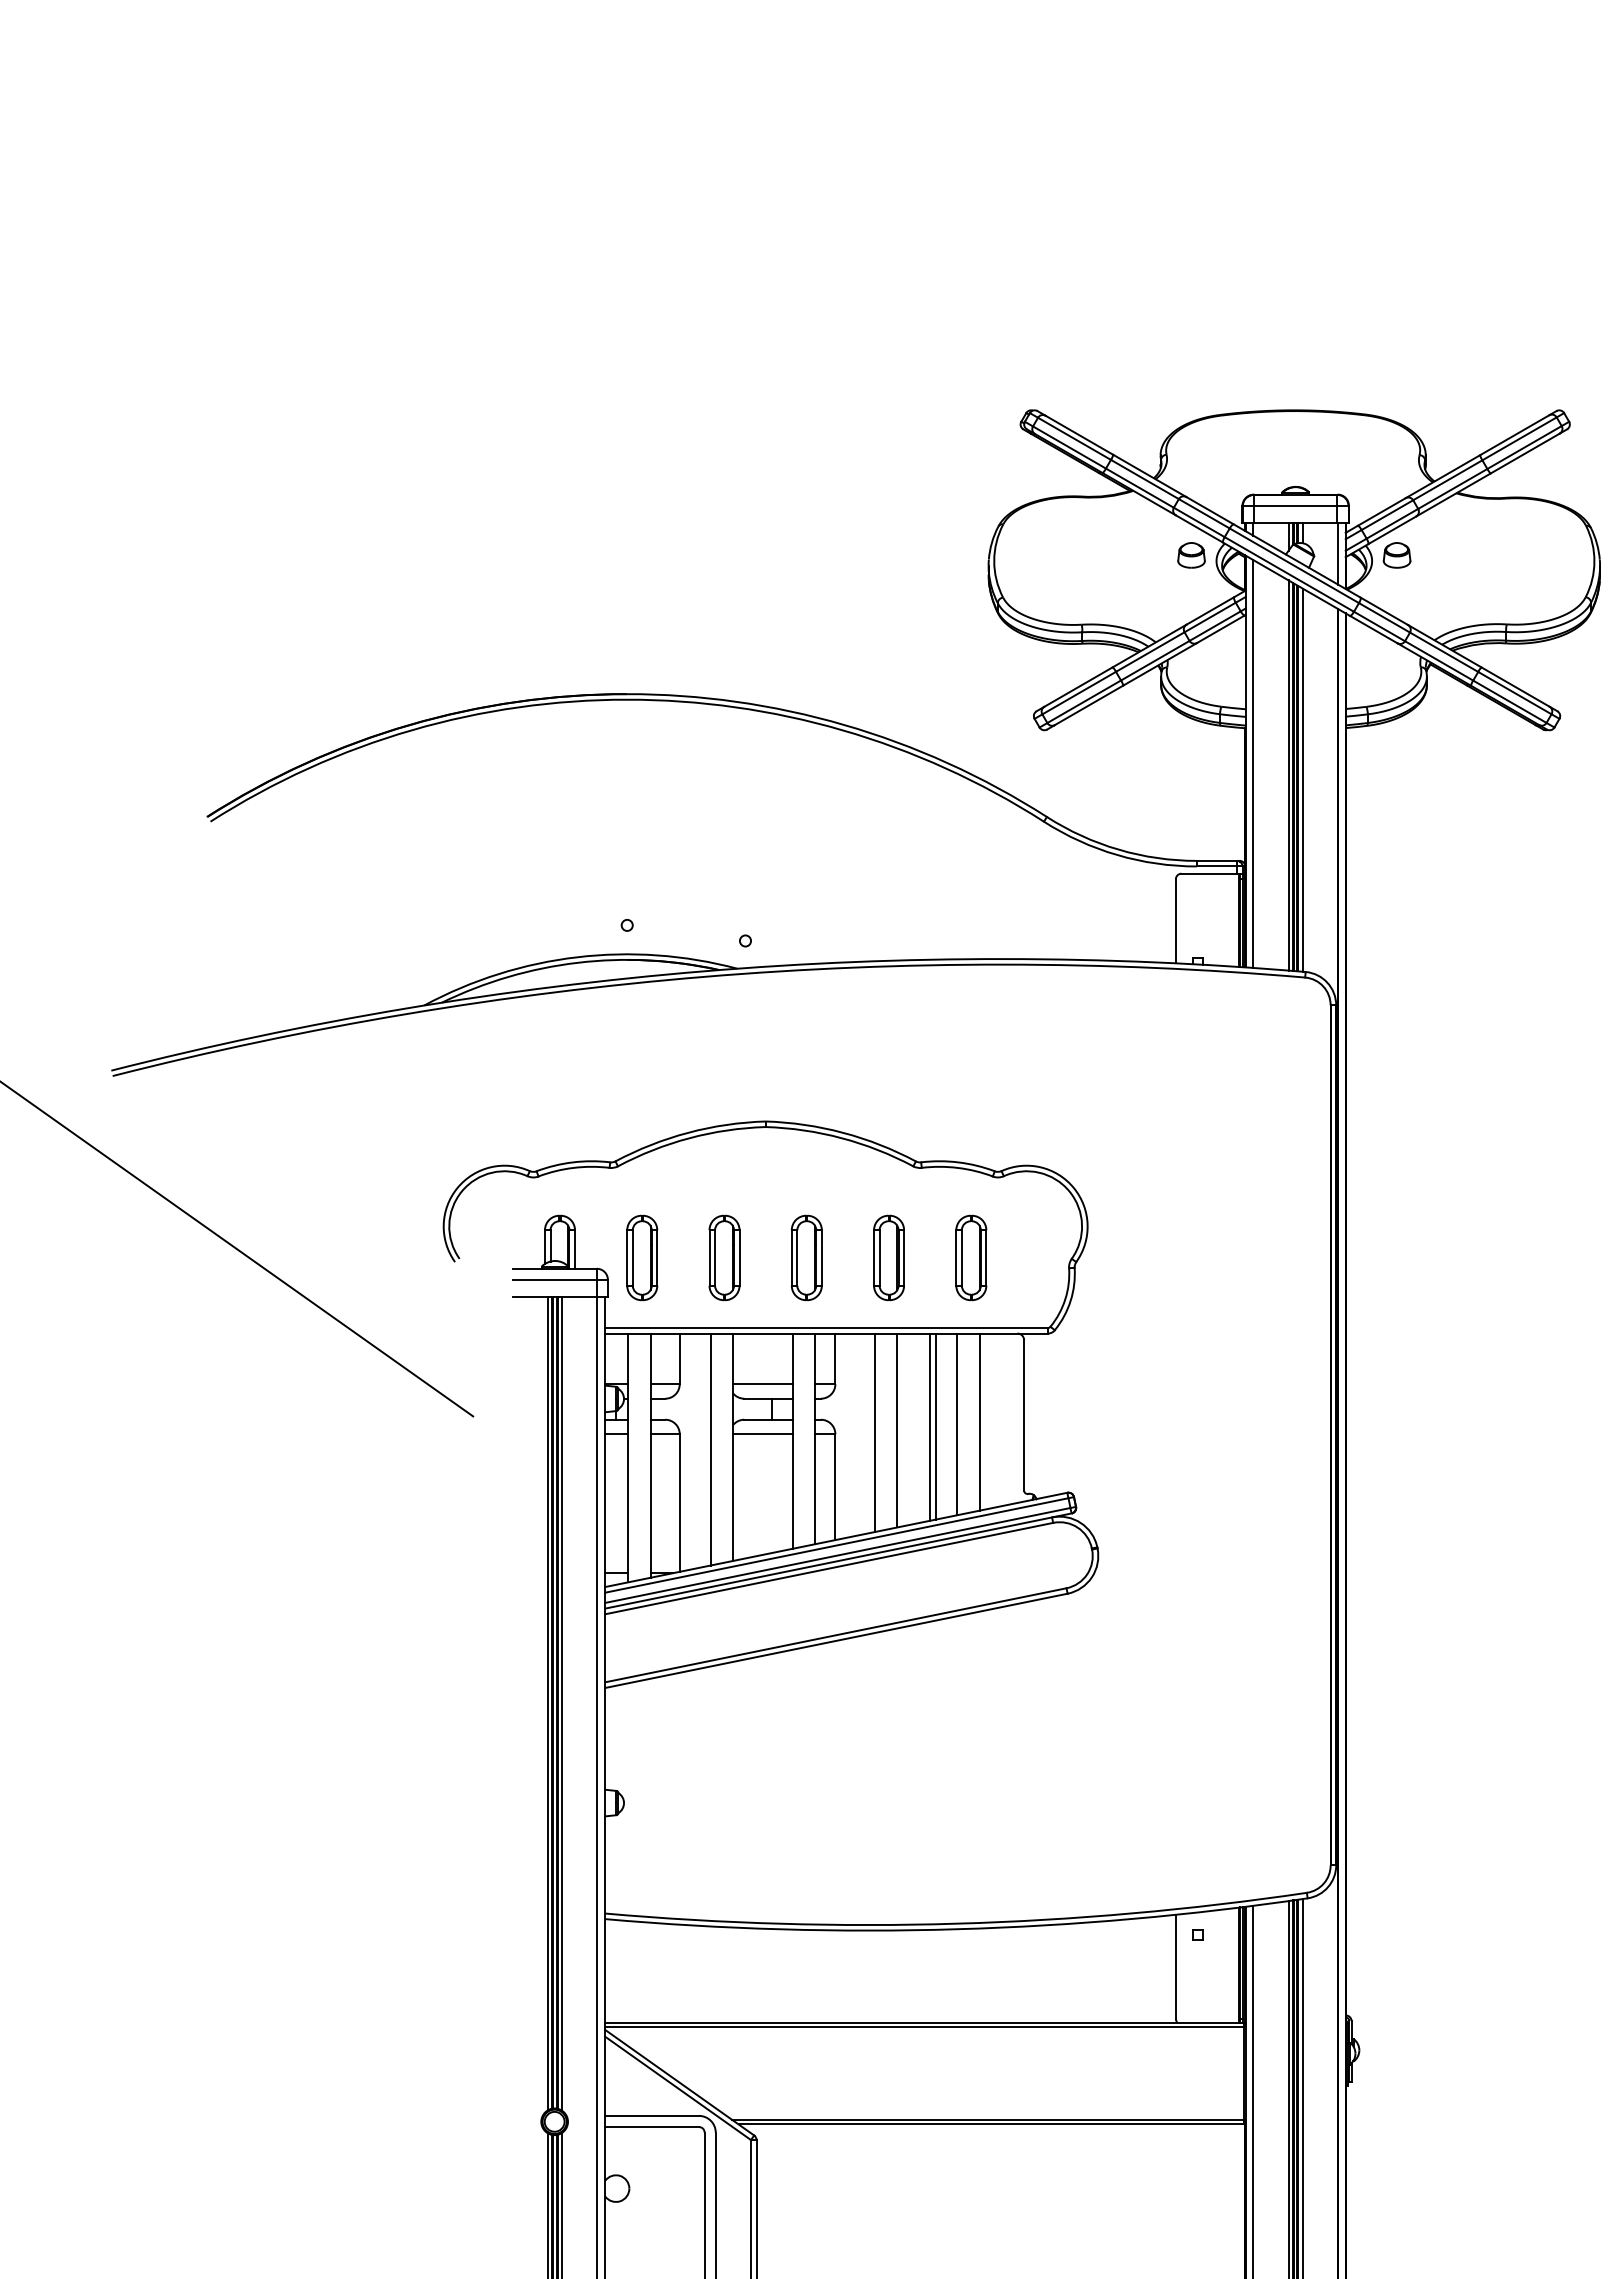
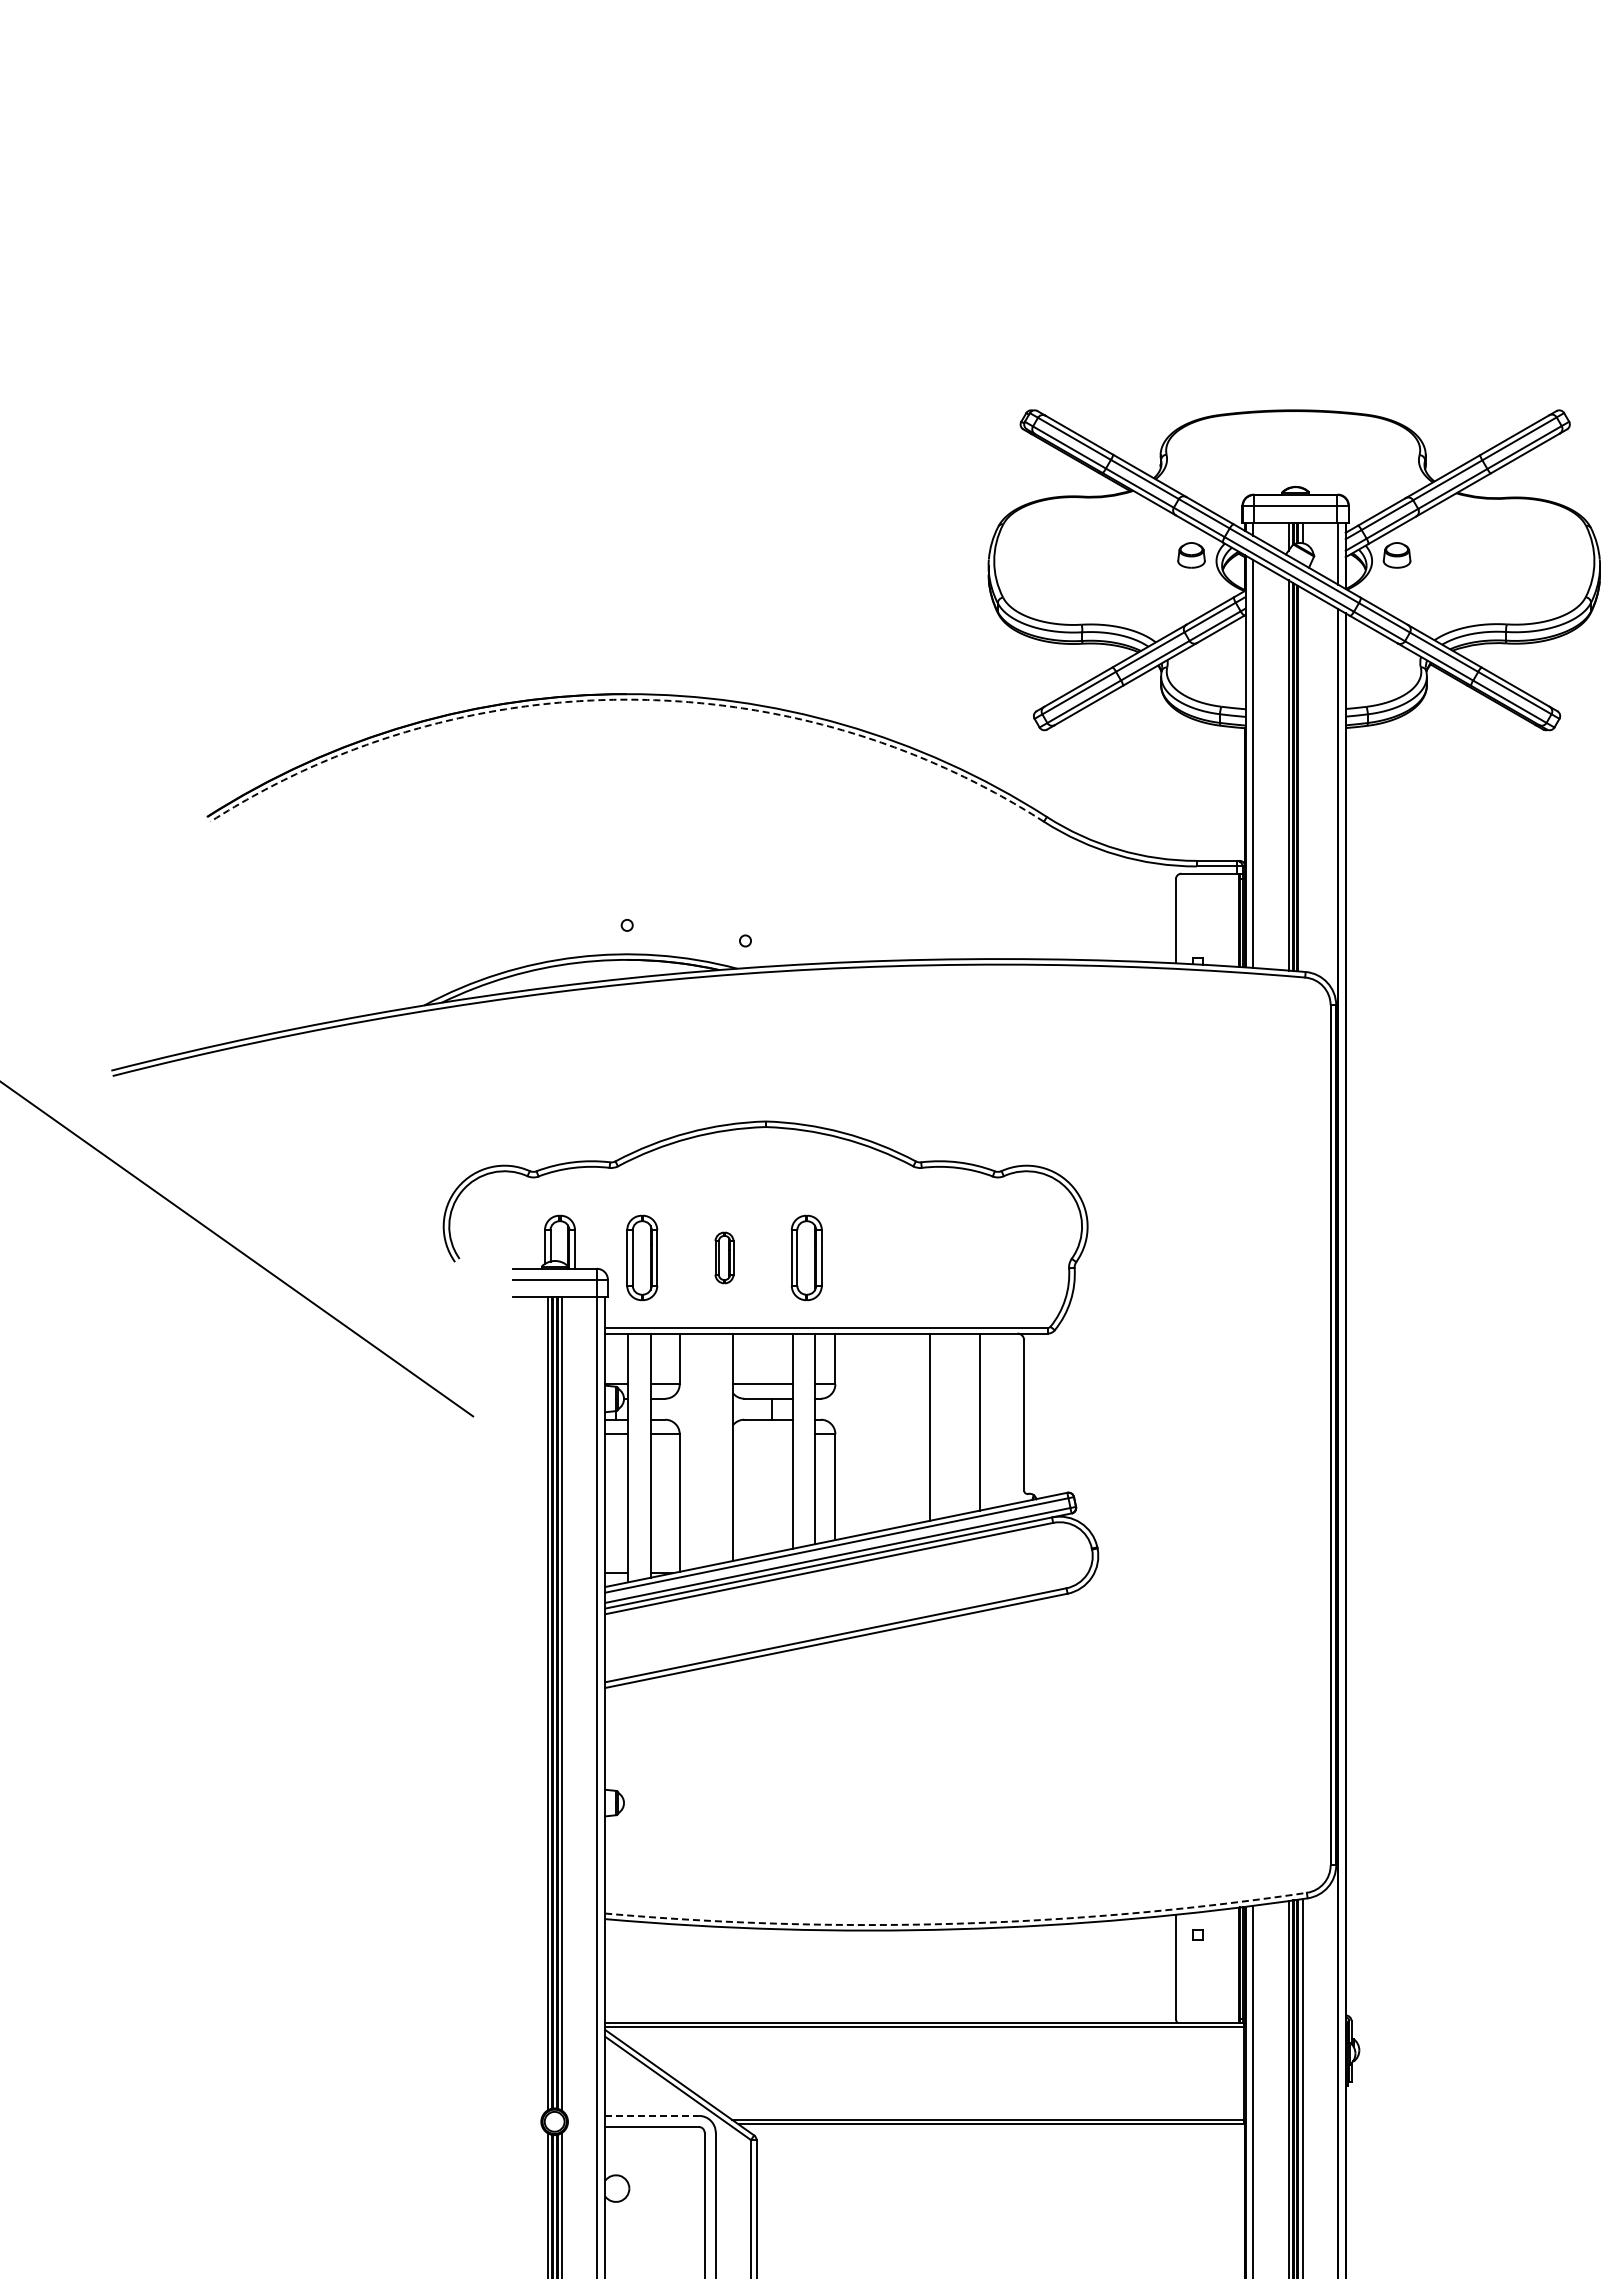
arc at (627, 699): solid -> dashed
line at (1302, 779): present -> none
part at (724, 1257) size: 33x88 px -> 21x54 px
part at (888, 1257): present -> none
part at (971, 1257): present -> none
line at (957, 1424): present -> none
line at (935, 1426): present -> none
line at (897, 1430): present -> none
line at (875, 1432): present -> none
line at (762, 1434): present -> none
line at (710, 1449): present -> none
arc at (956, 1923): solid -> dashed
line at (652, 2115): solid -> dashed
